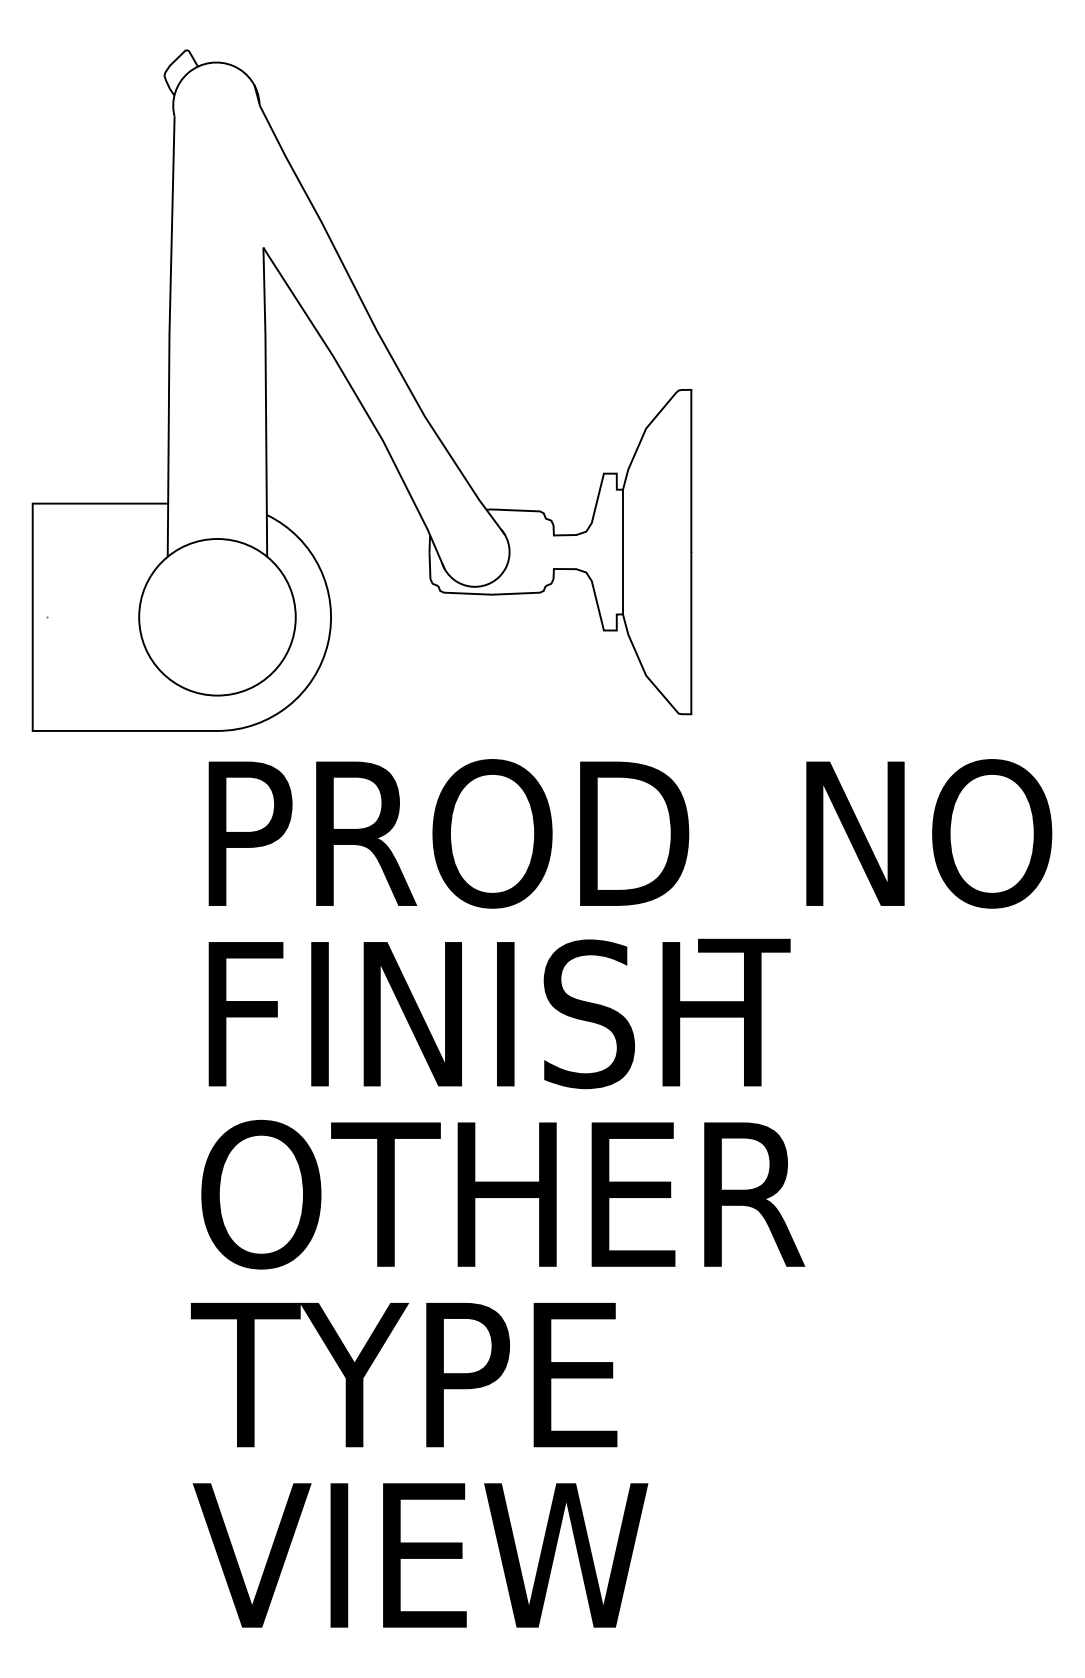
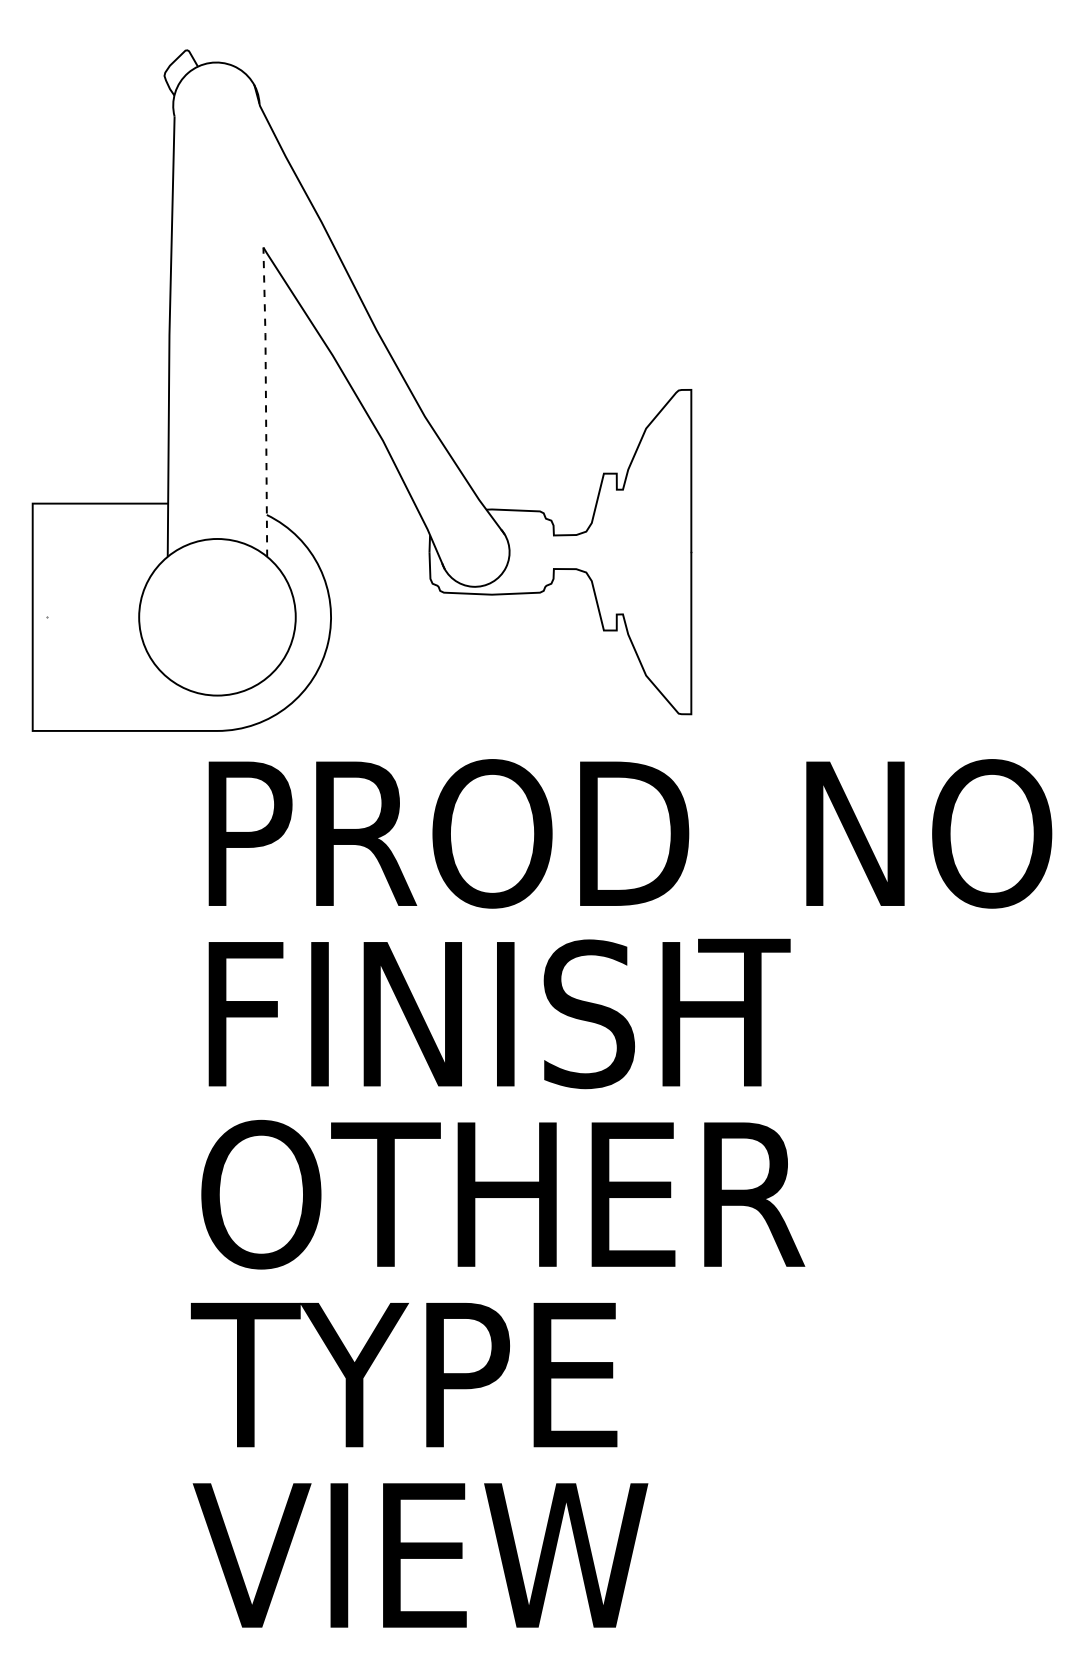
line at (265, 400): solid -> dashed
line at (622, 551): present -> none
